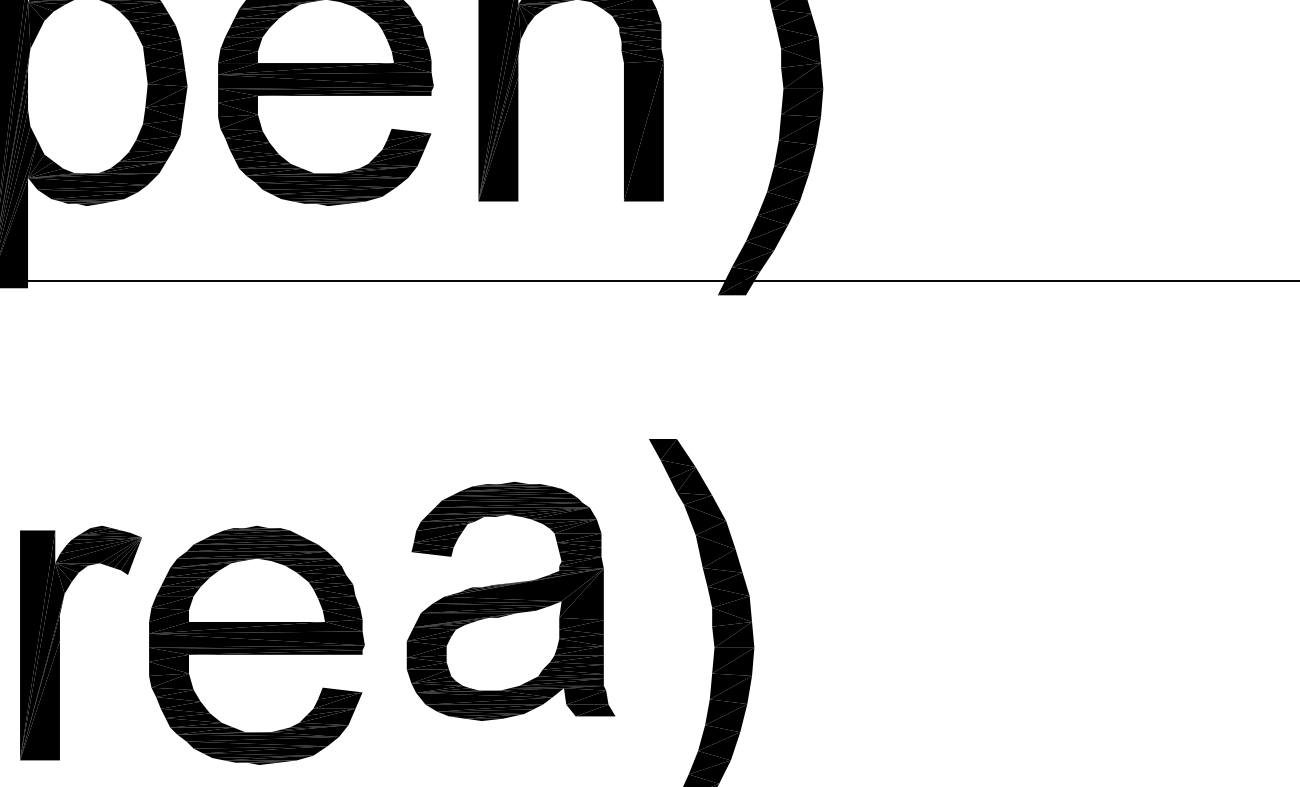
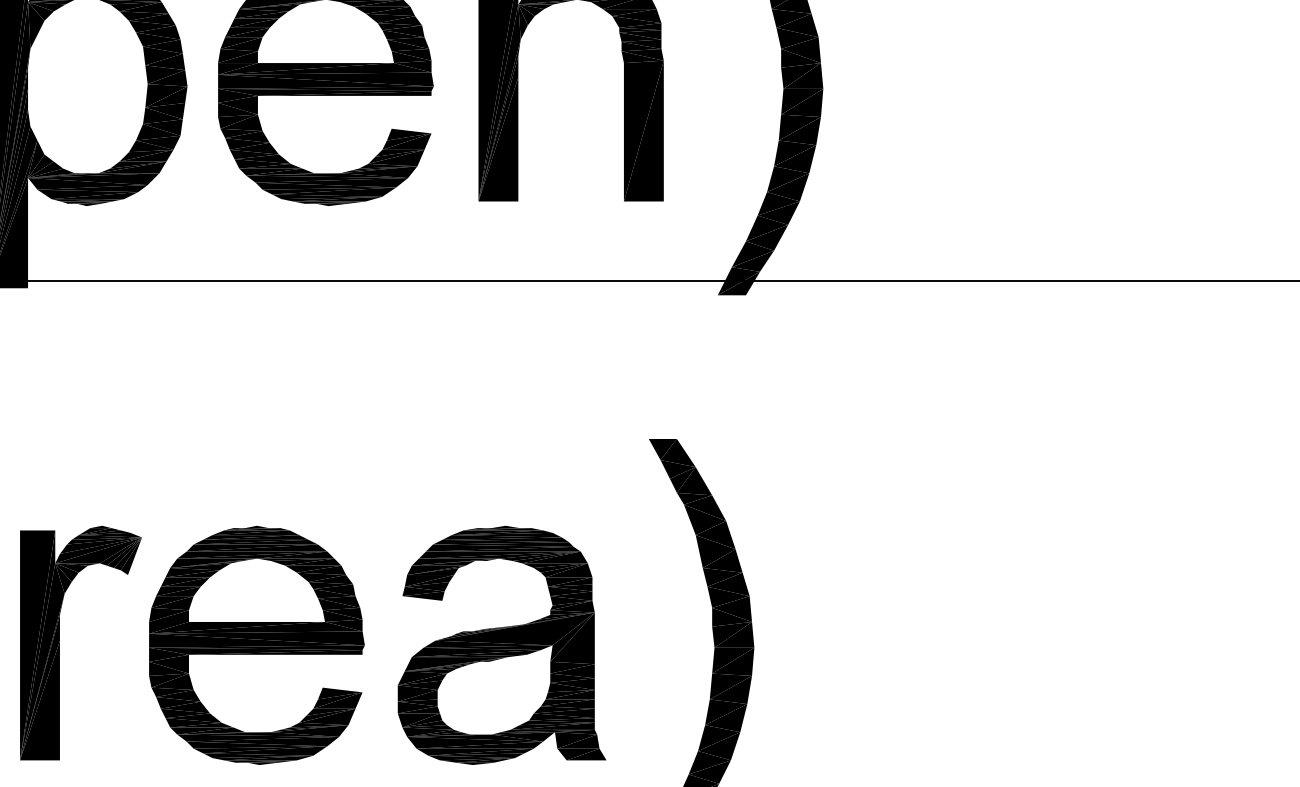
part at (510, 600) position: (510, 600) -> (501, 644)
